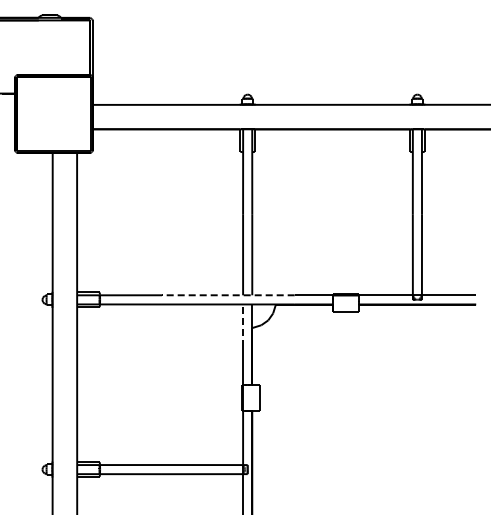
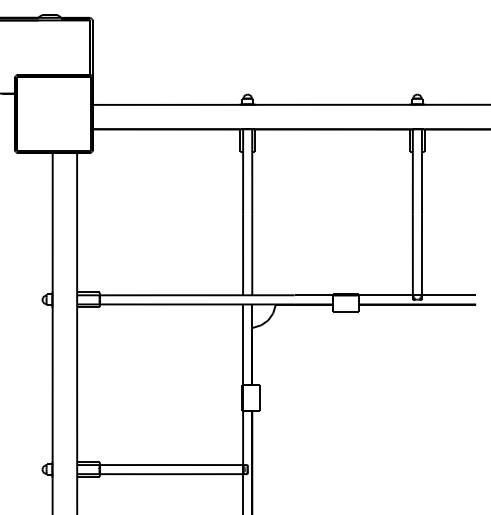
line at (227, 295): dashed -> solid
line at (243, 325): dashed -> solid
